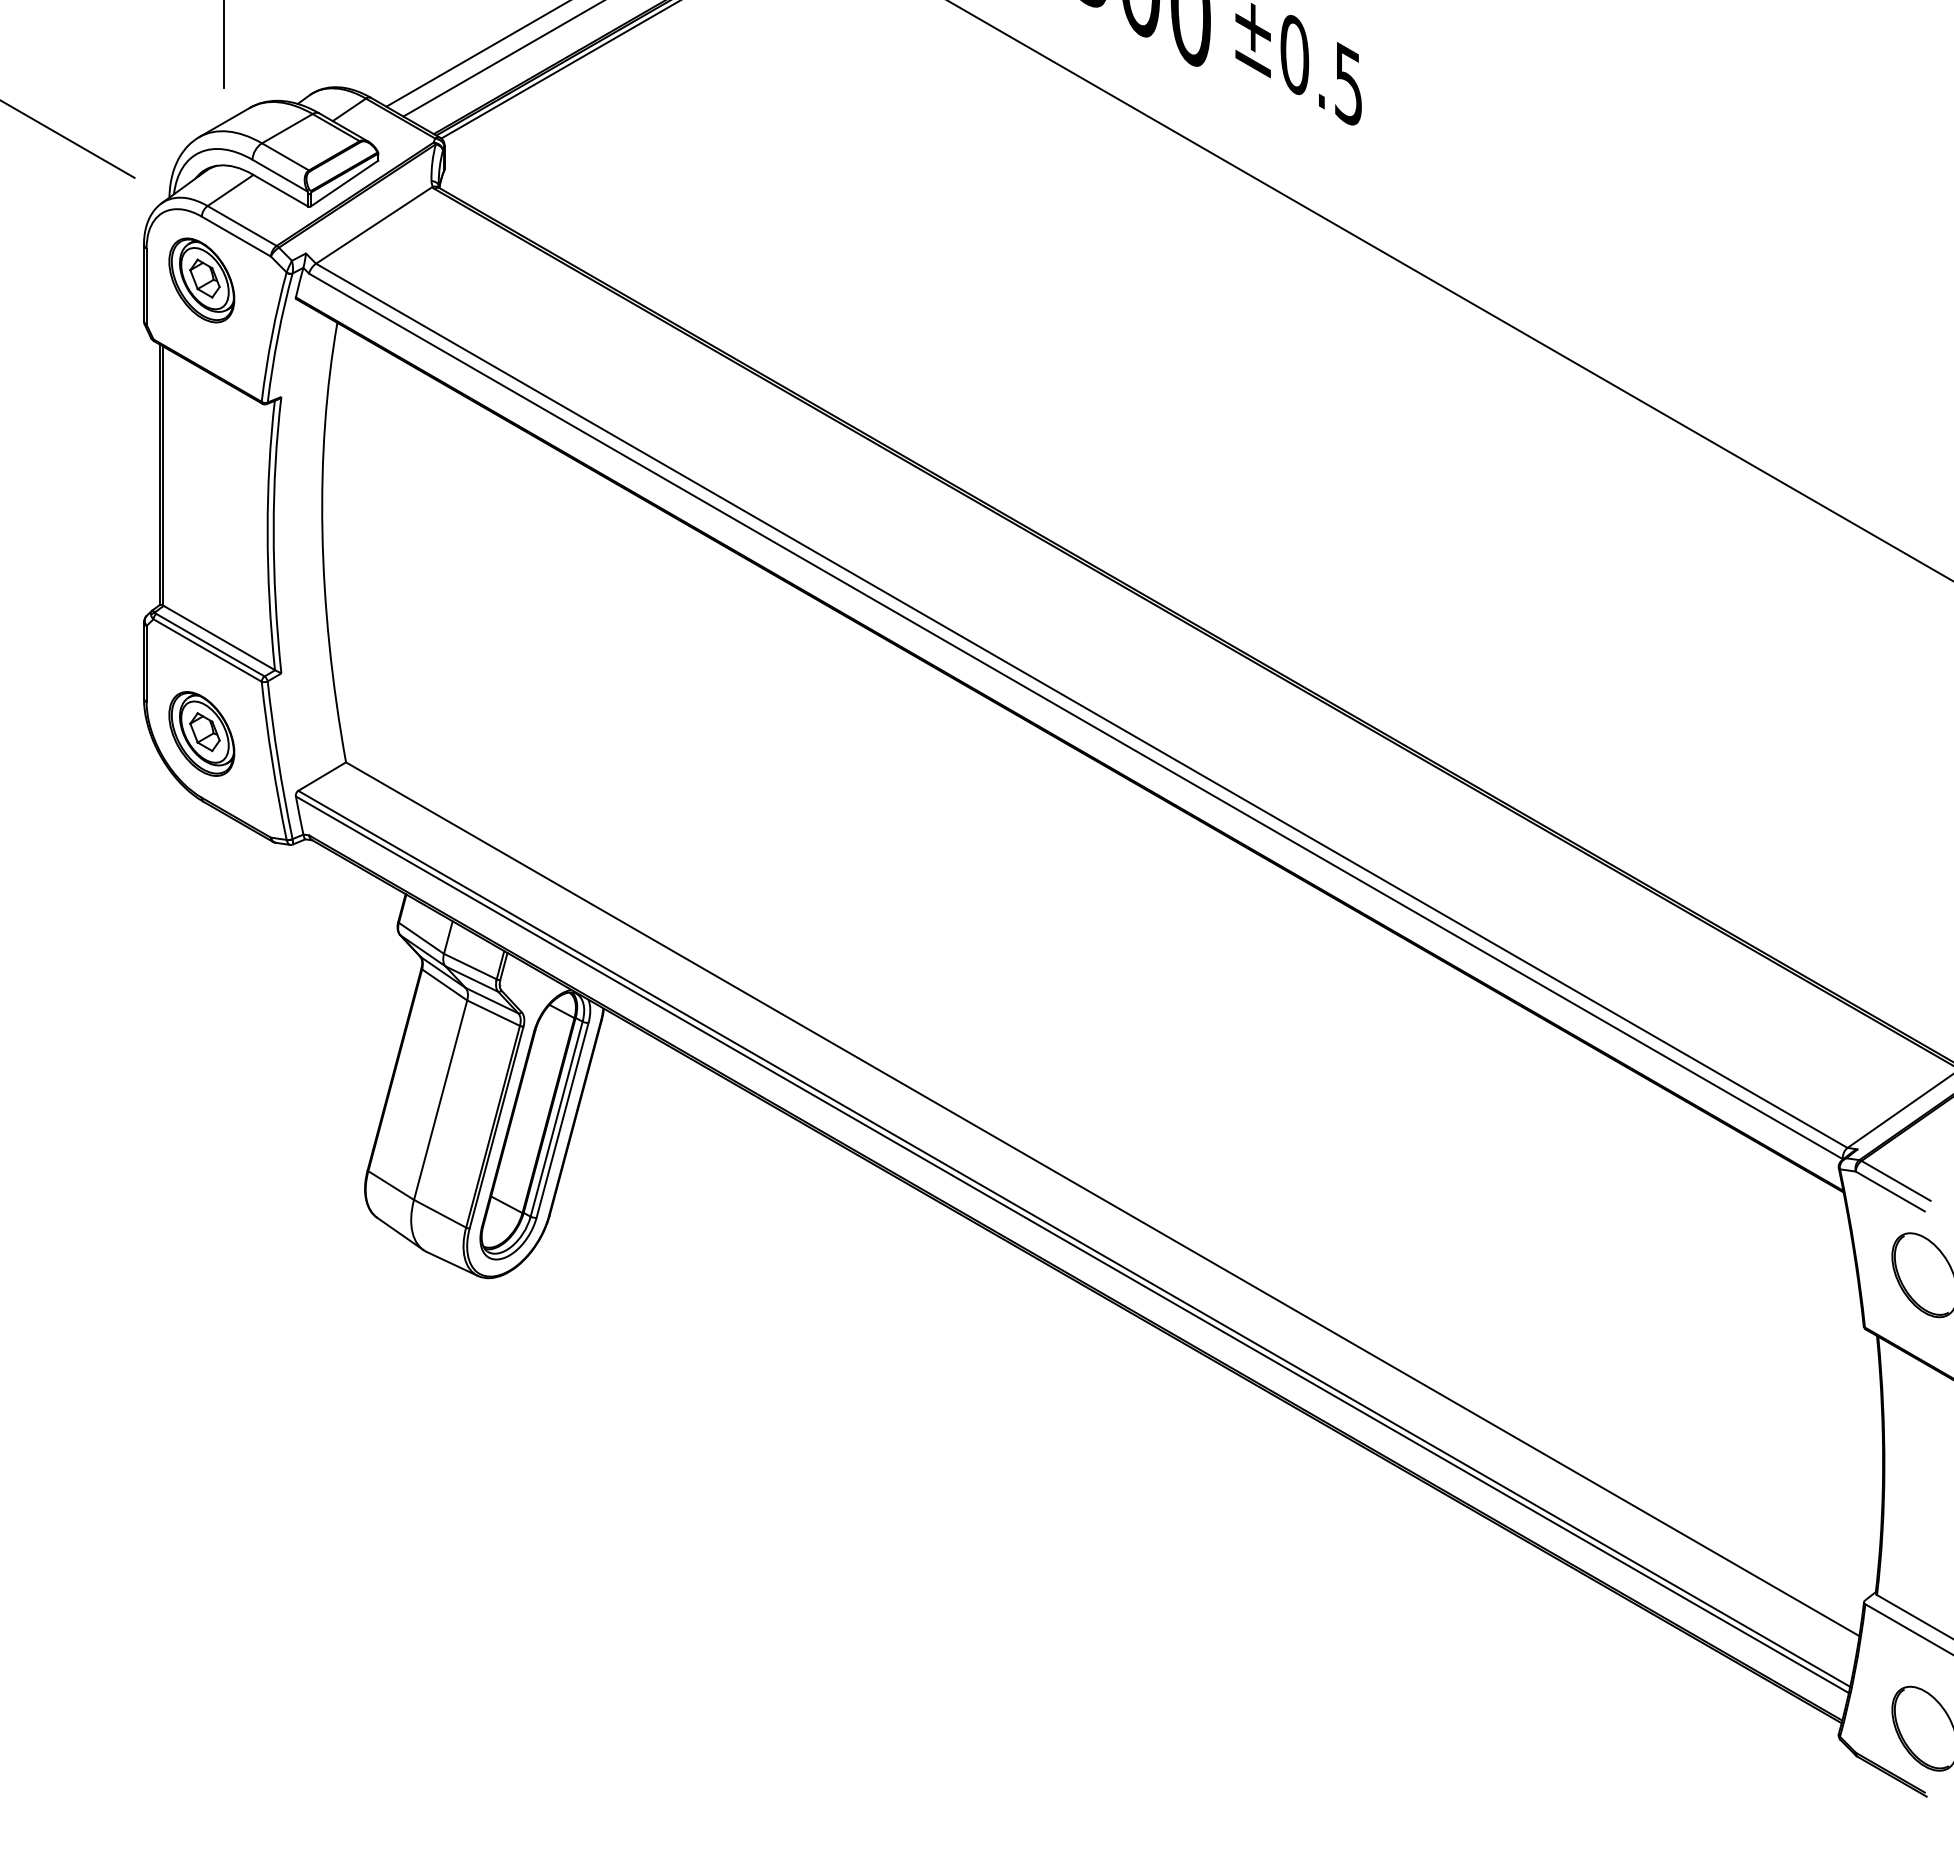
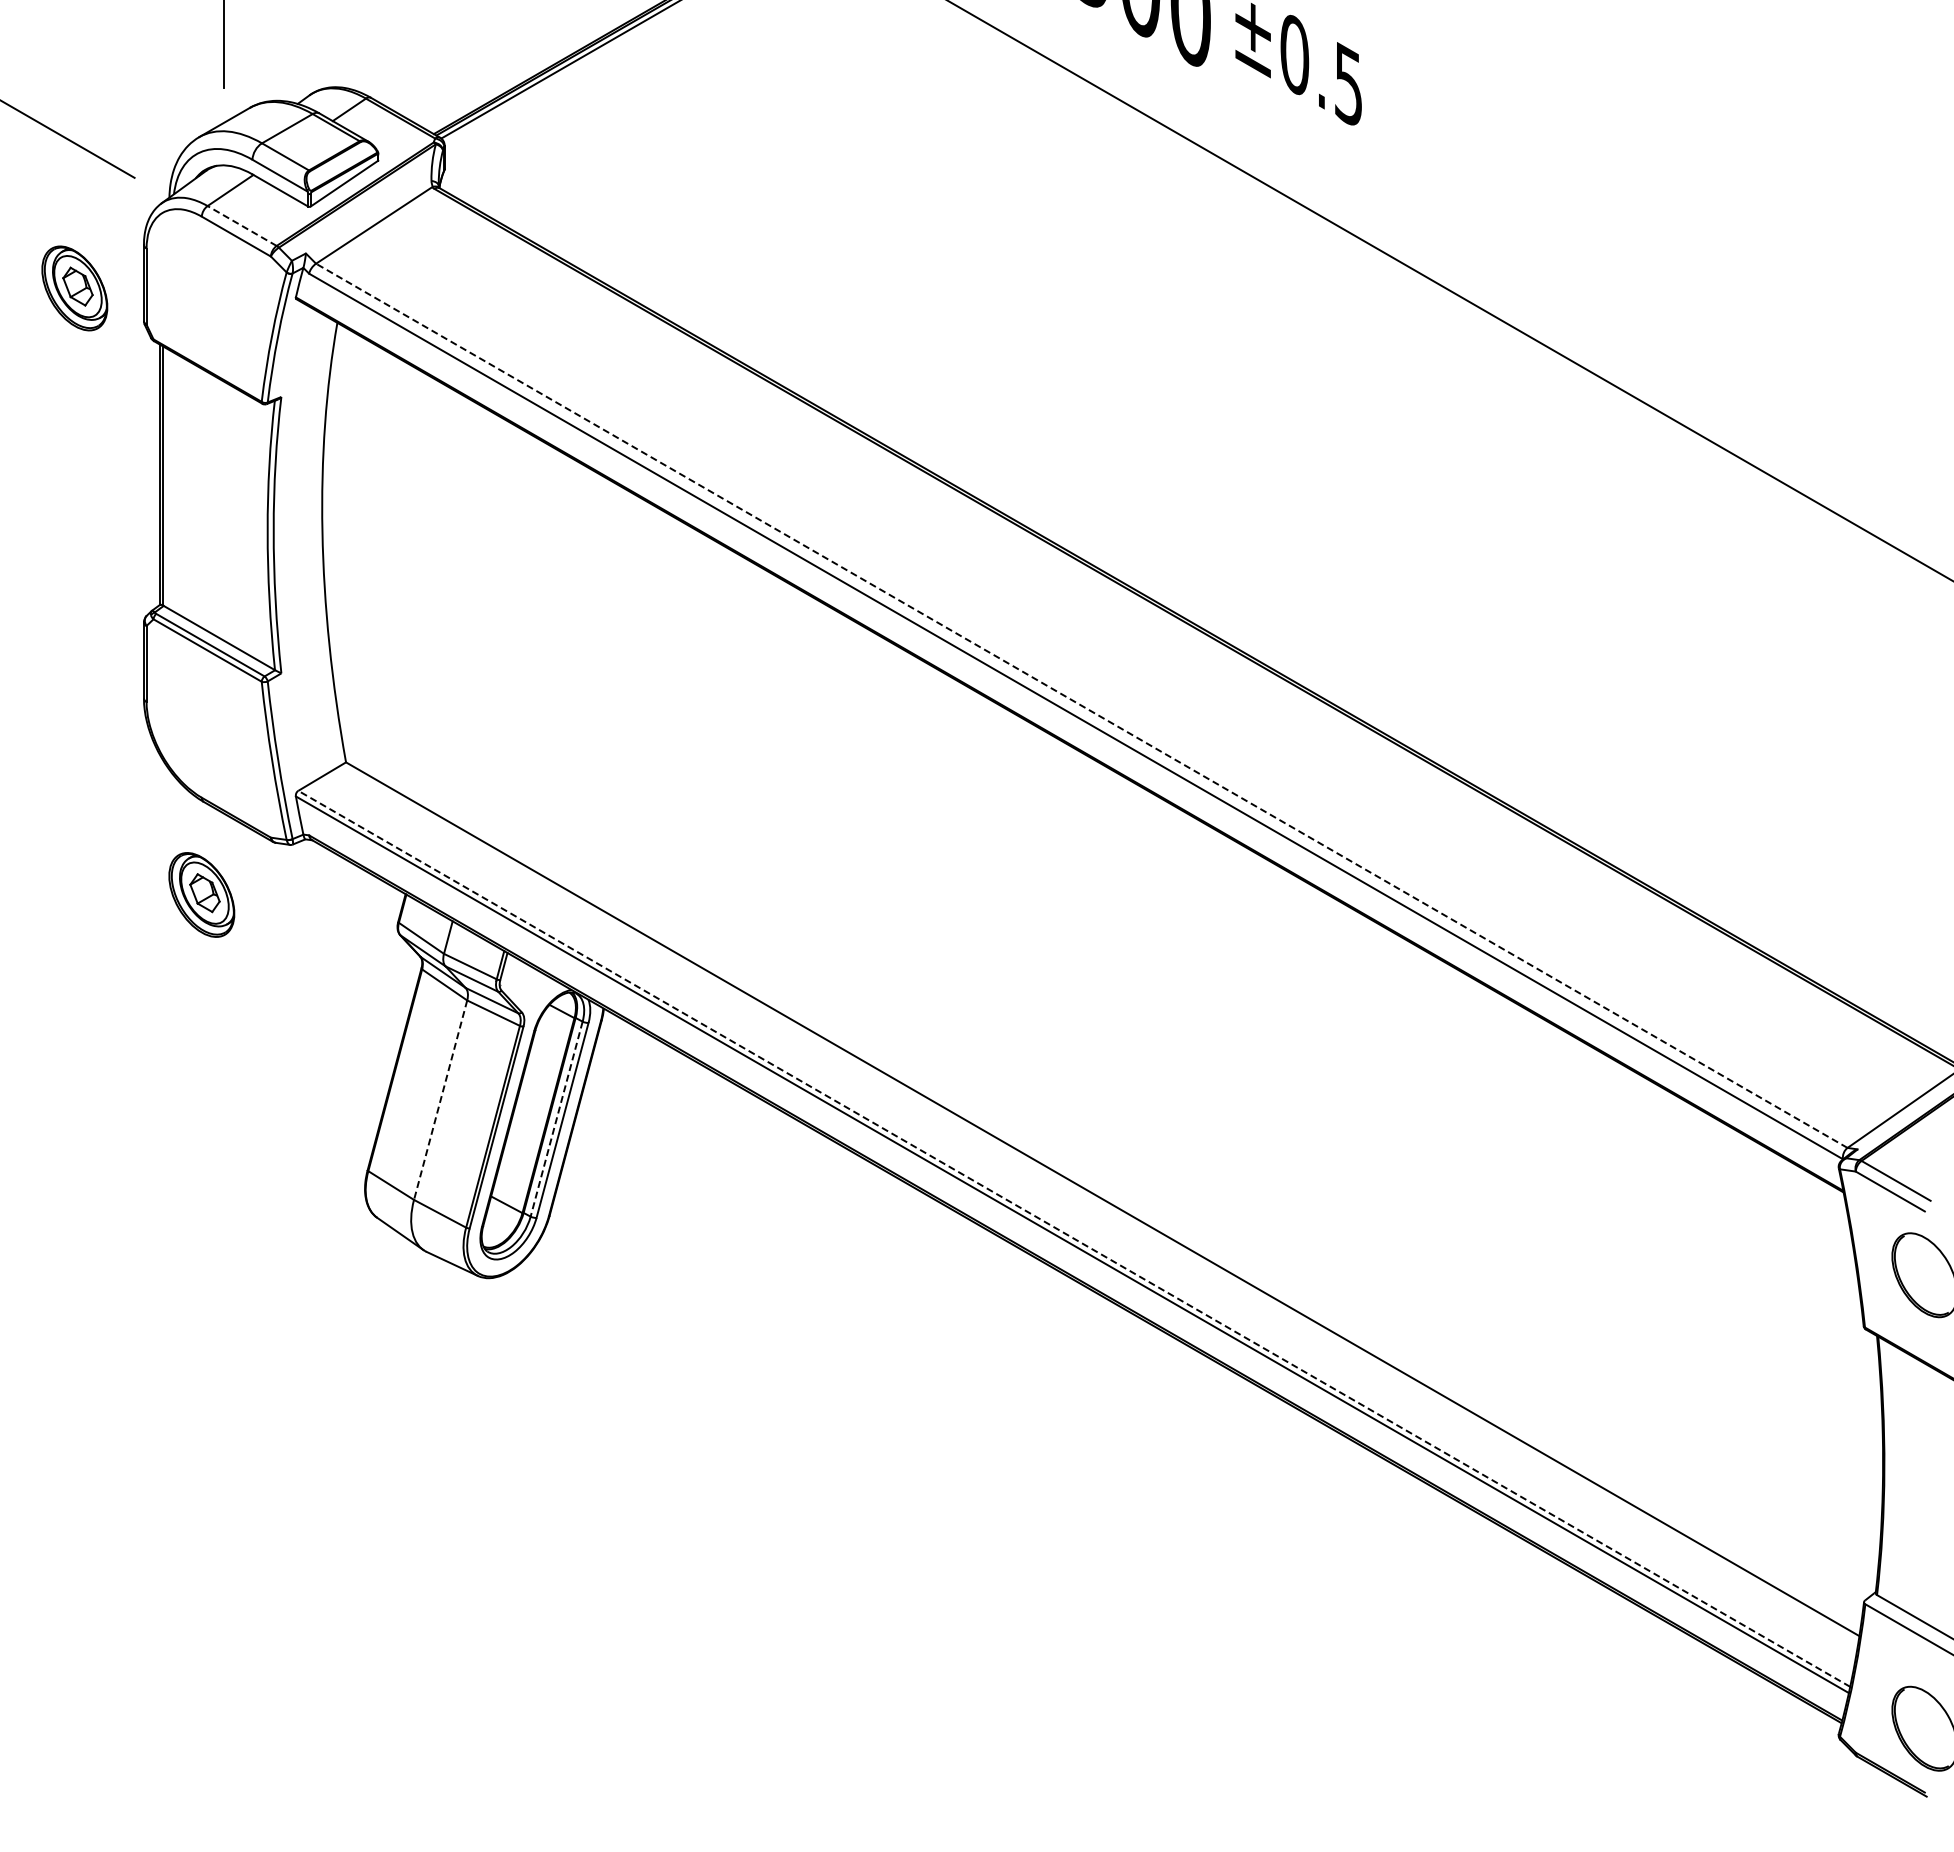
line at (476, 54): present -> none
line at (502, 59): present -> none
line at (242, 226): solid -> dashed
part at (201, 280) position: (201, 280) -> (74, 288)
line at (1081, 705): solid -> dashed
part at (201, 733) position: (201, 733) -> (201, 894)
line at (440, 1100): solid -> dashed
line at (556, 1119): solid -> dashed
line at (1074, 1238): solid -> dashed
